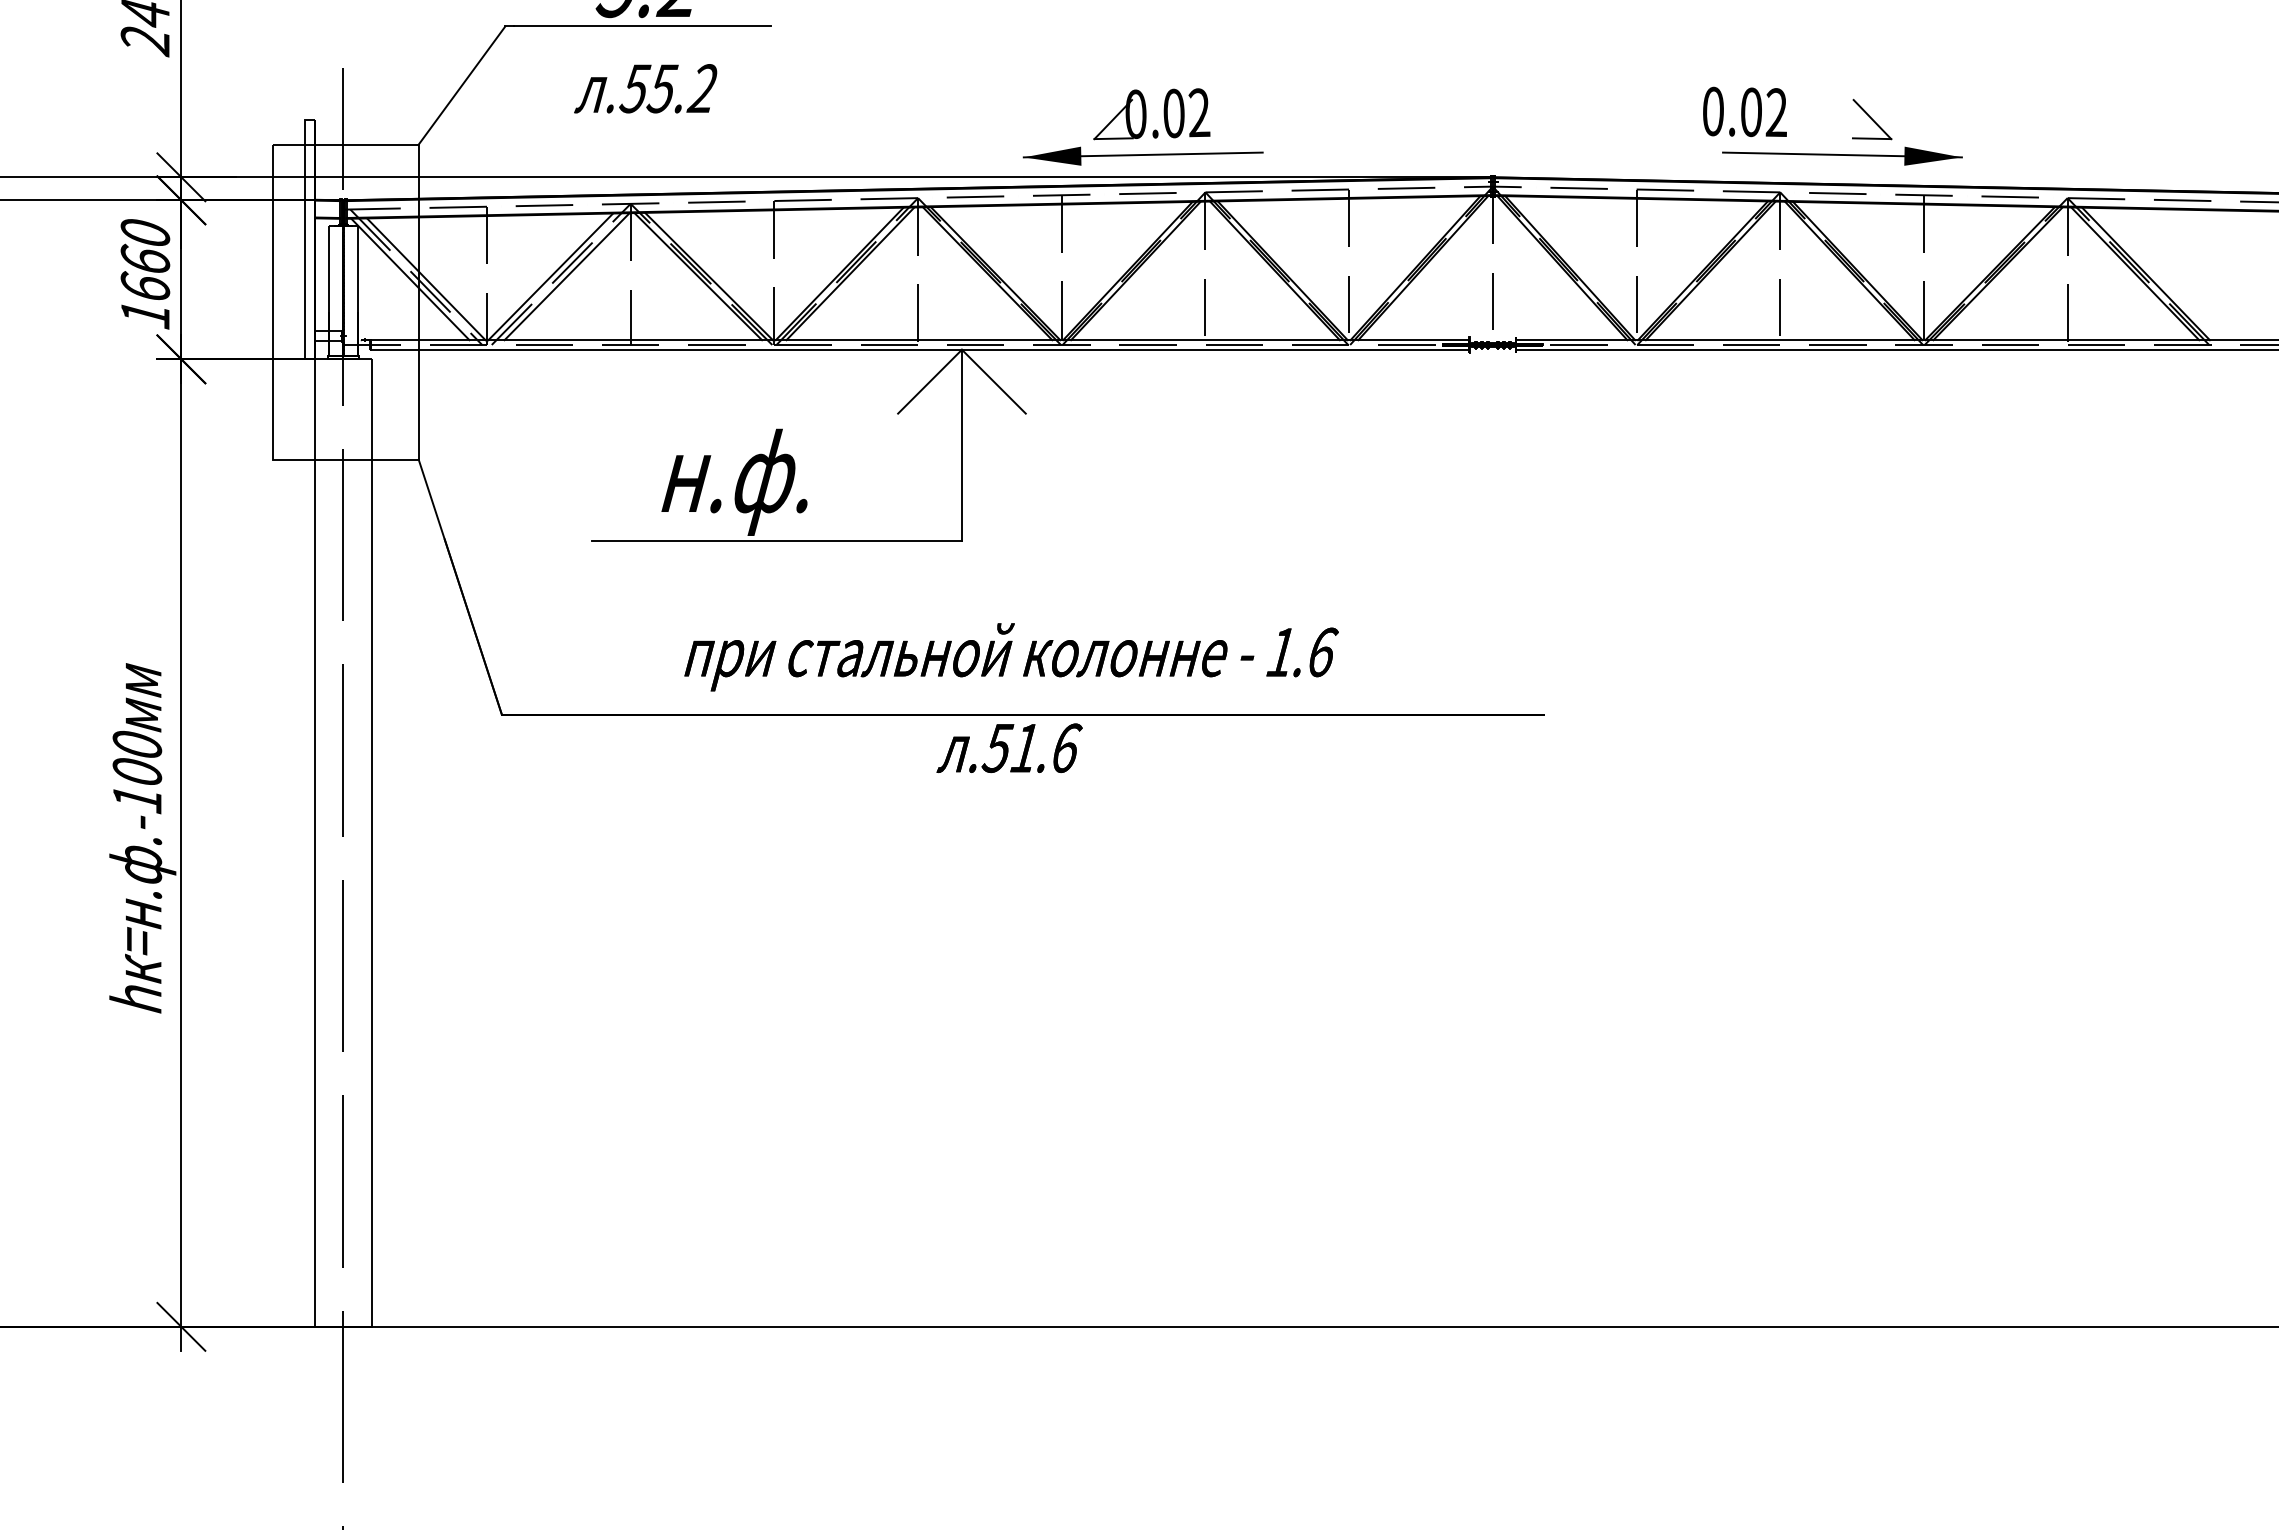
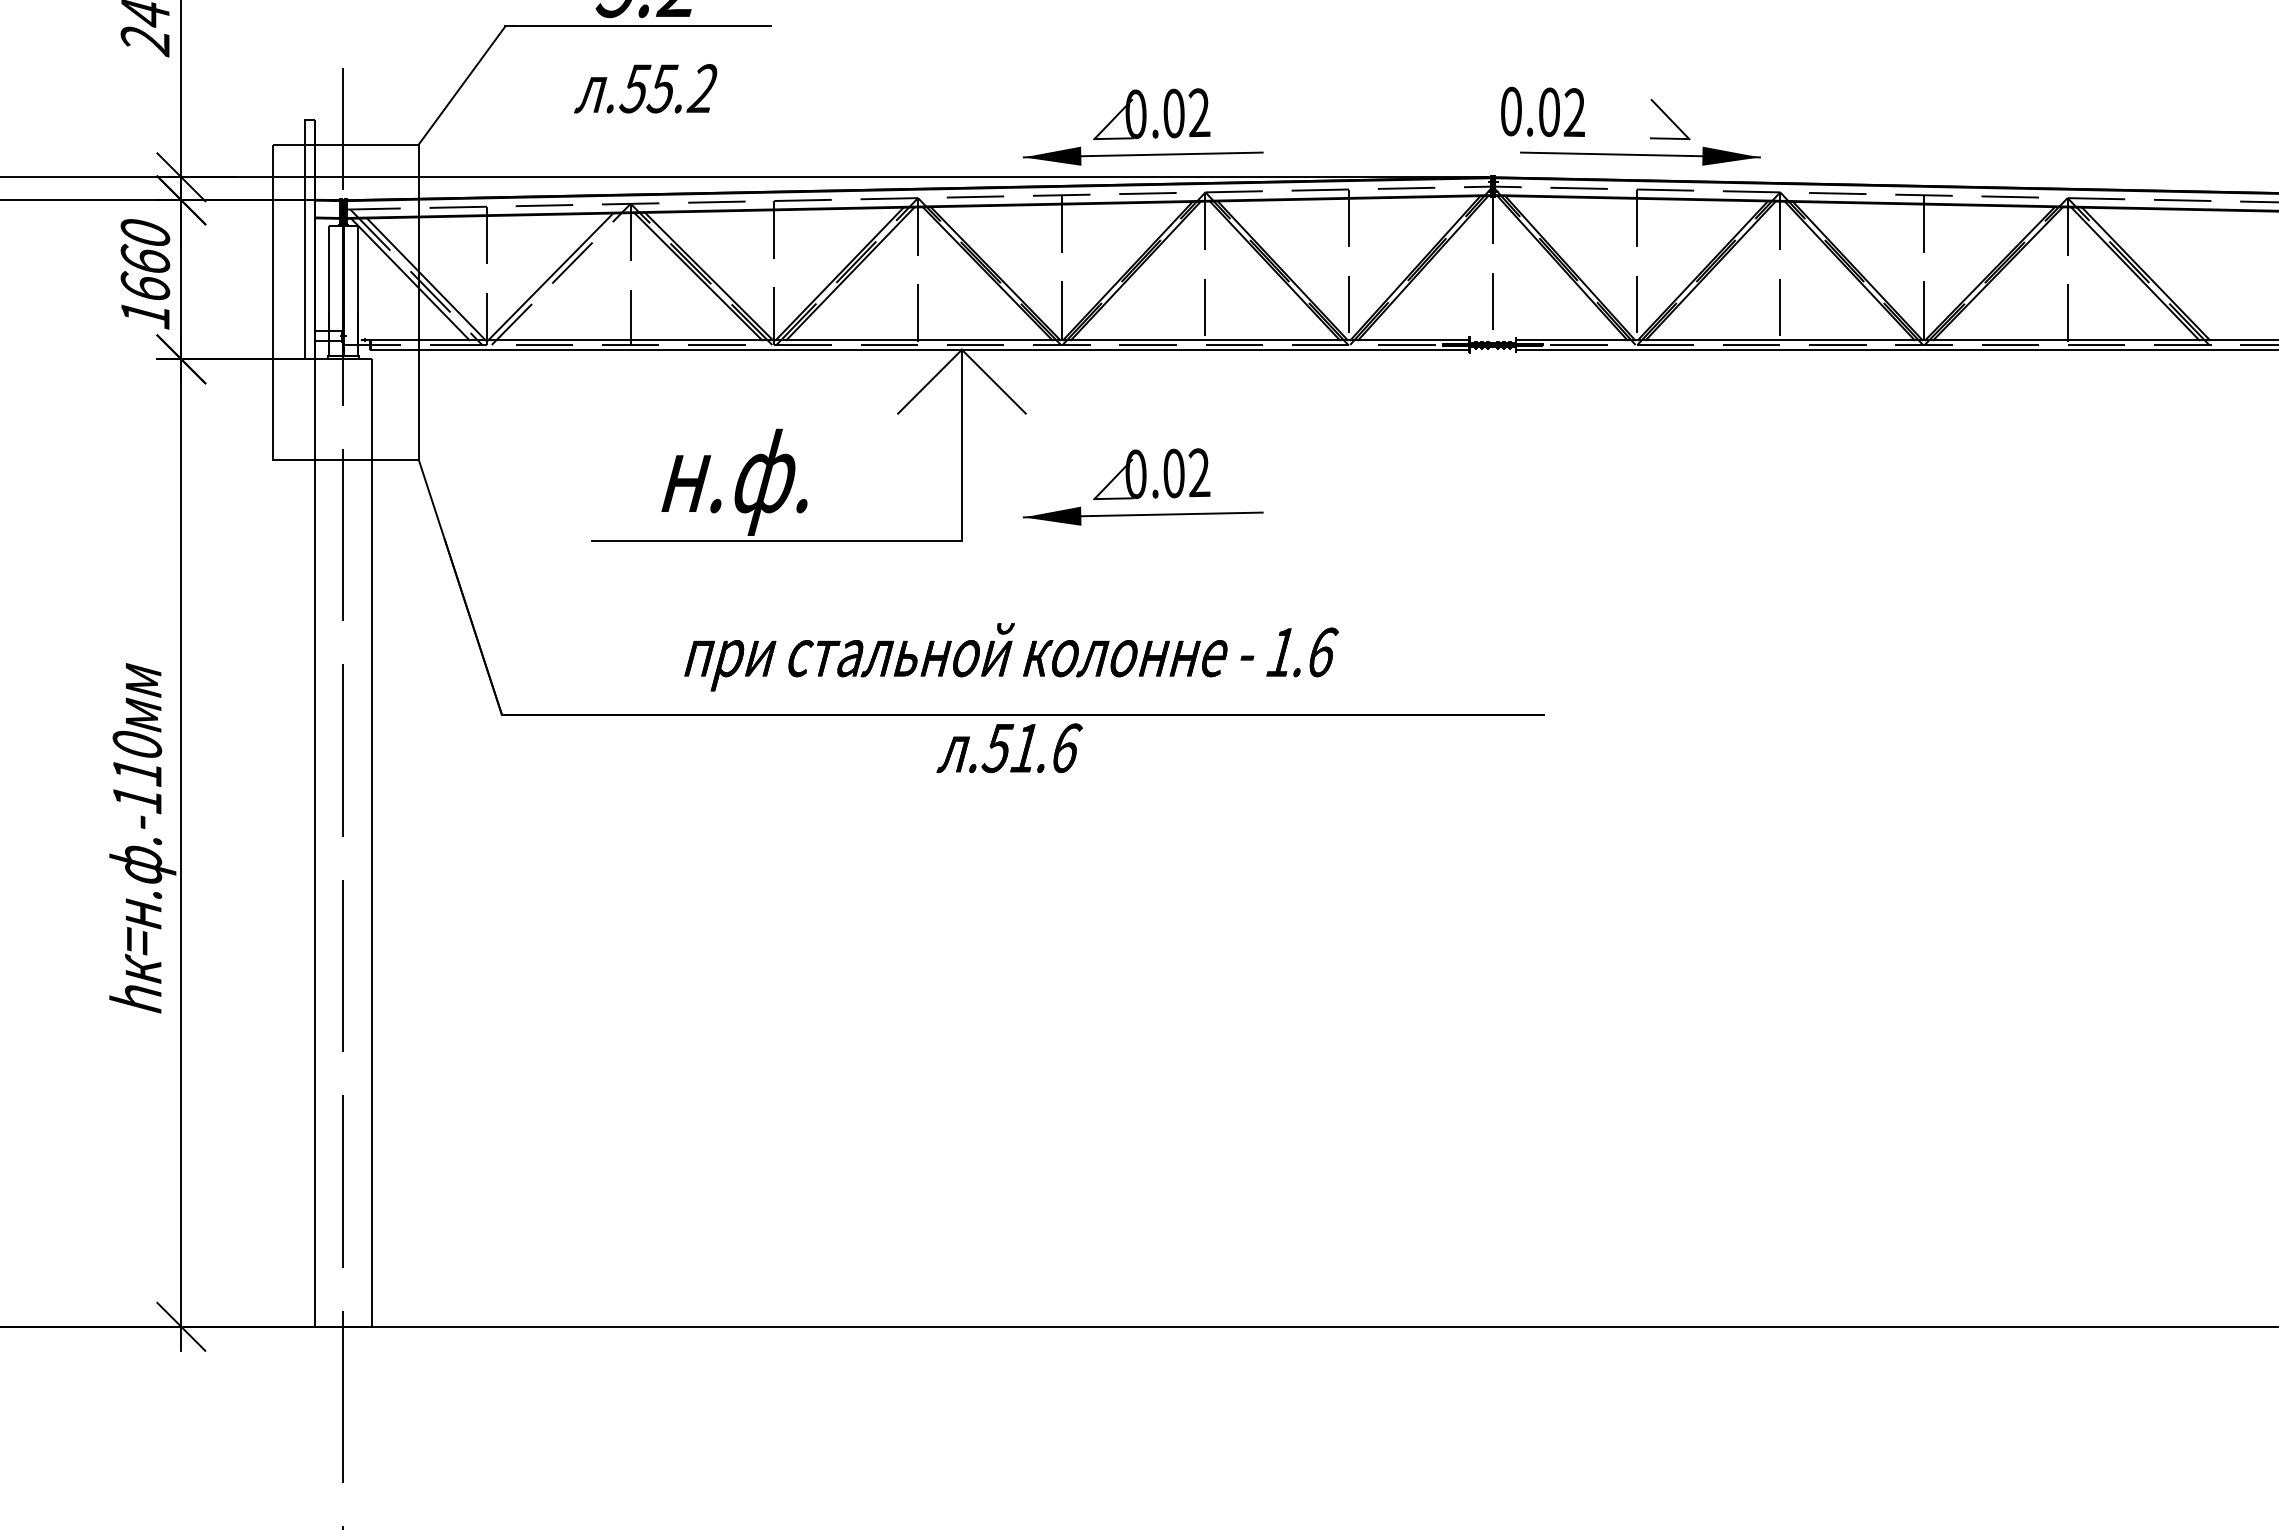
part at (1852, 137) position: (1852, 137) -> (1650, 137)
line at (566, 276): present -> none
part at (1142, 486): none -> present
text at (137, 772): .-100 -> .-110
